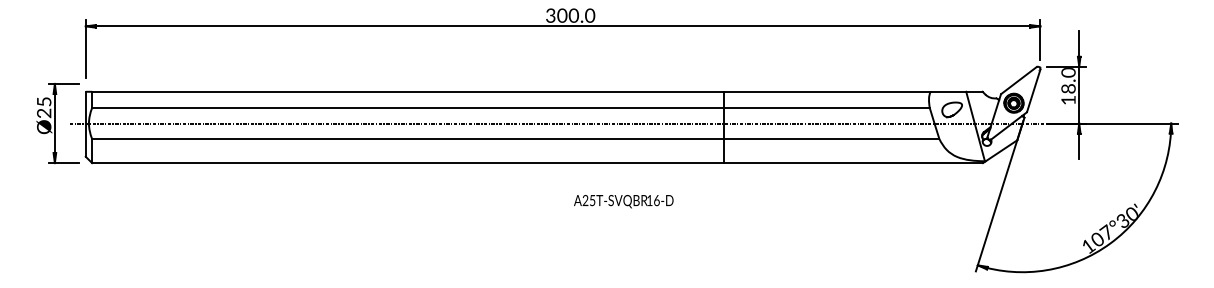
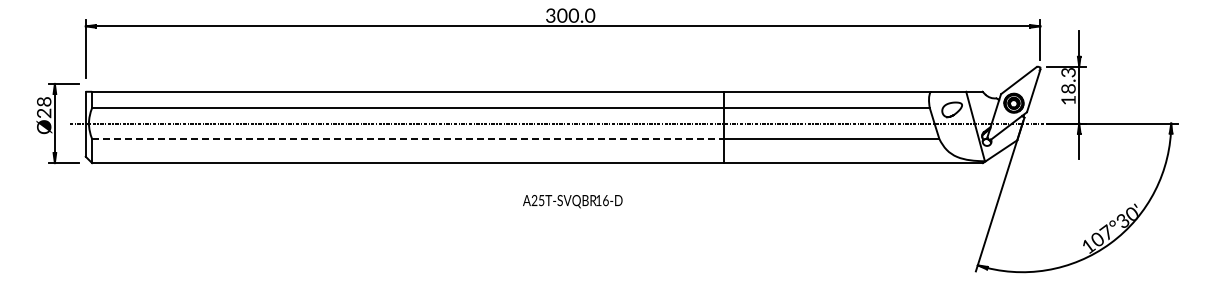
text at (1068, 72): 18.0 -> 18.3
text at (44, 101): Ø25 -> Ø28
line at (407, 138): solid -> dashed
text at (623, 201) position: (623, 201) -> (572, 201)
